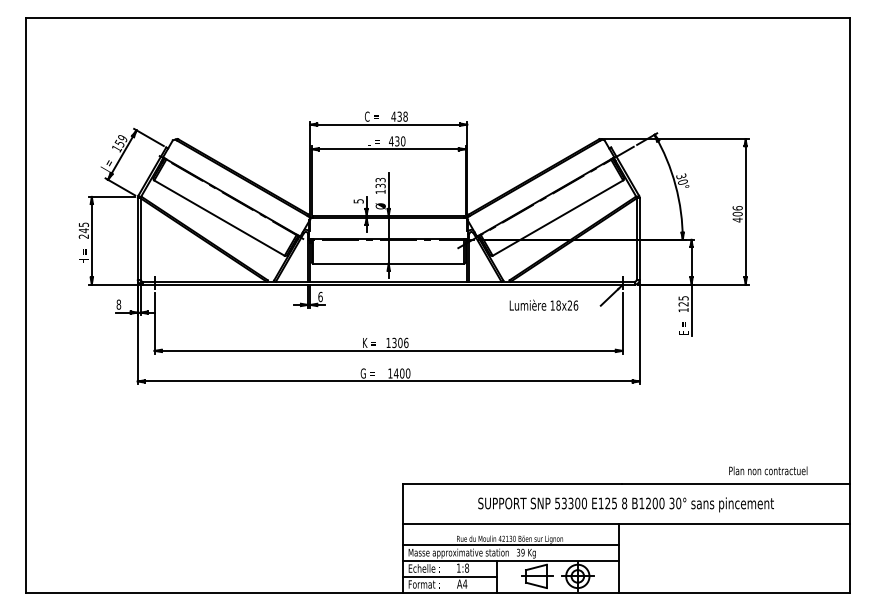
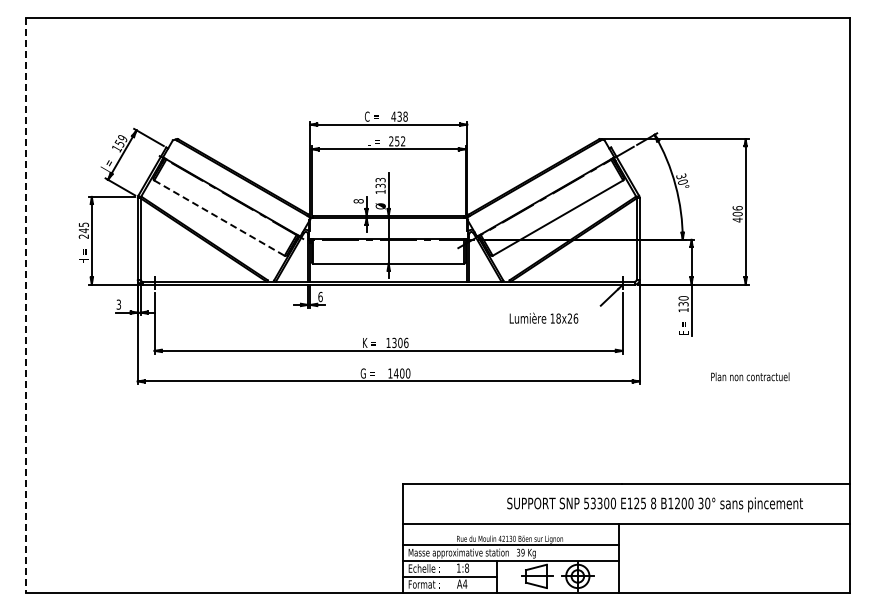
text at (397, 141): 430 -> 252
text at (358, 201): 5 -> 8
line at (219, 218): solid -> dashed
text at (683, 301): 125 -> 130
text at (118, 304): 8 -> 3
text at (543, 304) position: (543, 304) -> (543, 317)
line at (26, 305): solid -> dashed
text at (768, 470) position: (768, 470) -> (750, 376)
text at (625, 504) position: (625, 504) -> (654, 504)
